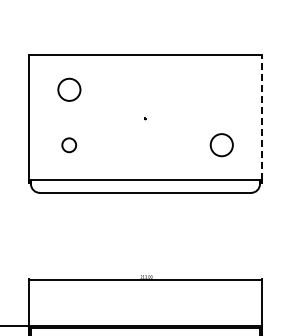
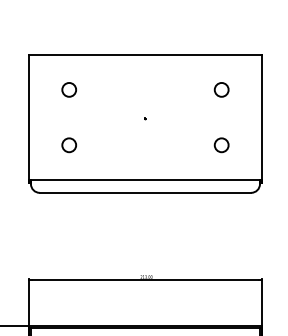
circle at (69, 89) size: 25x25 px -> 16x16 px
circle at (221, 89): none -> present
line at (262, 117): dashed -> solid
circle at (221, 145) size: 25x25 px -> 17x17 px
